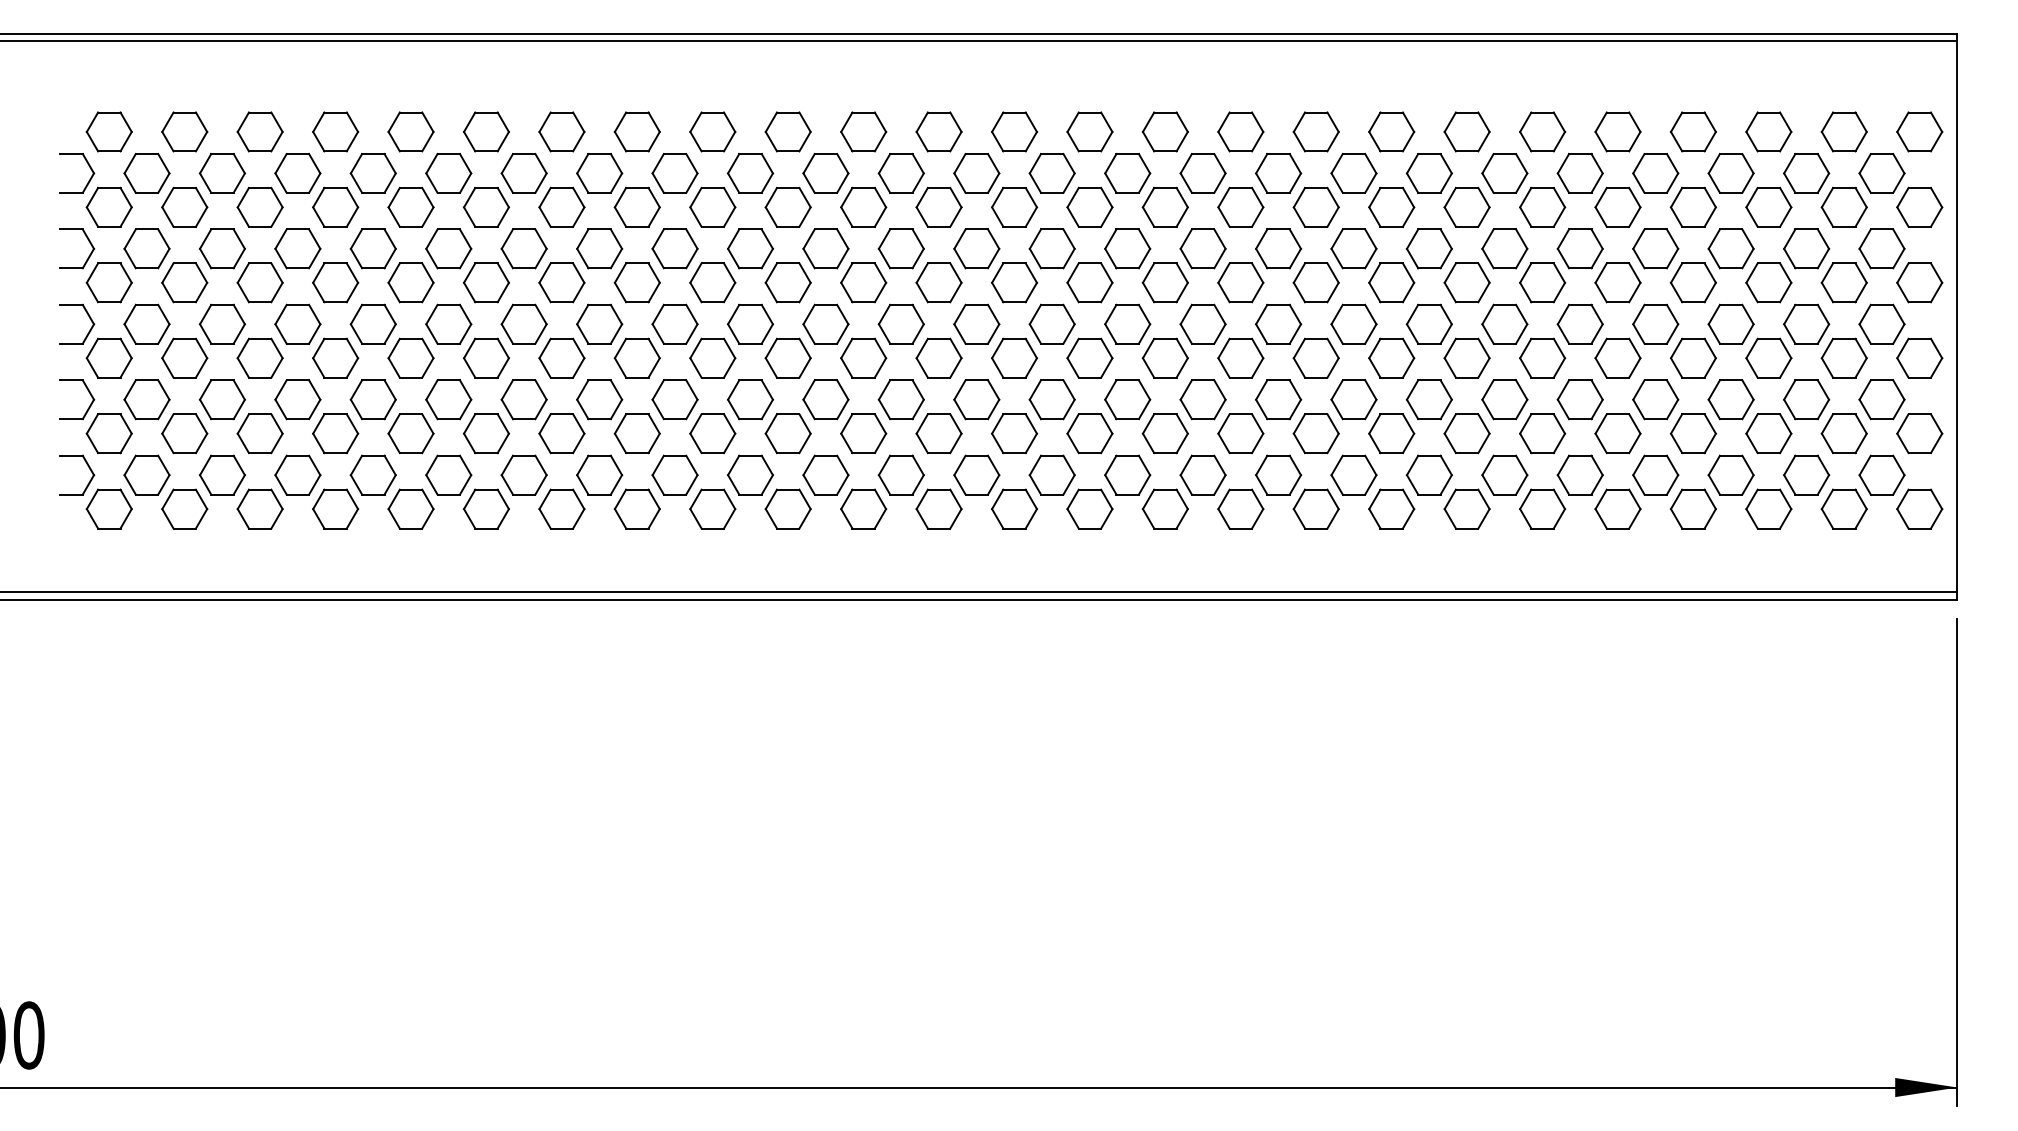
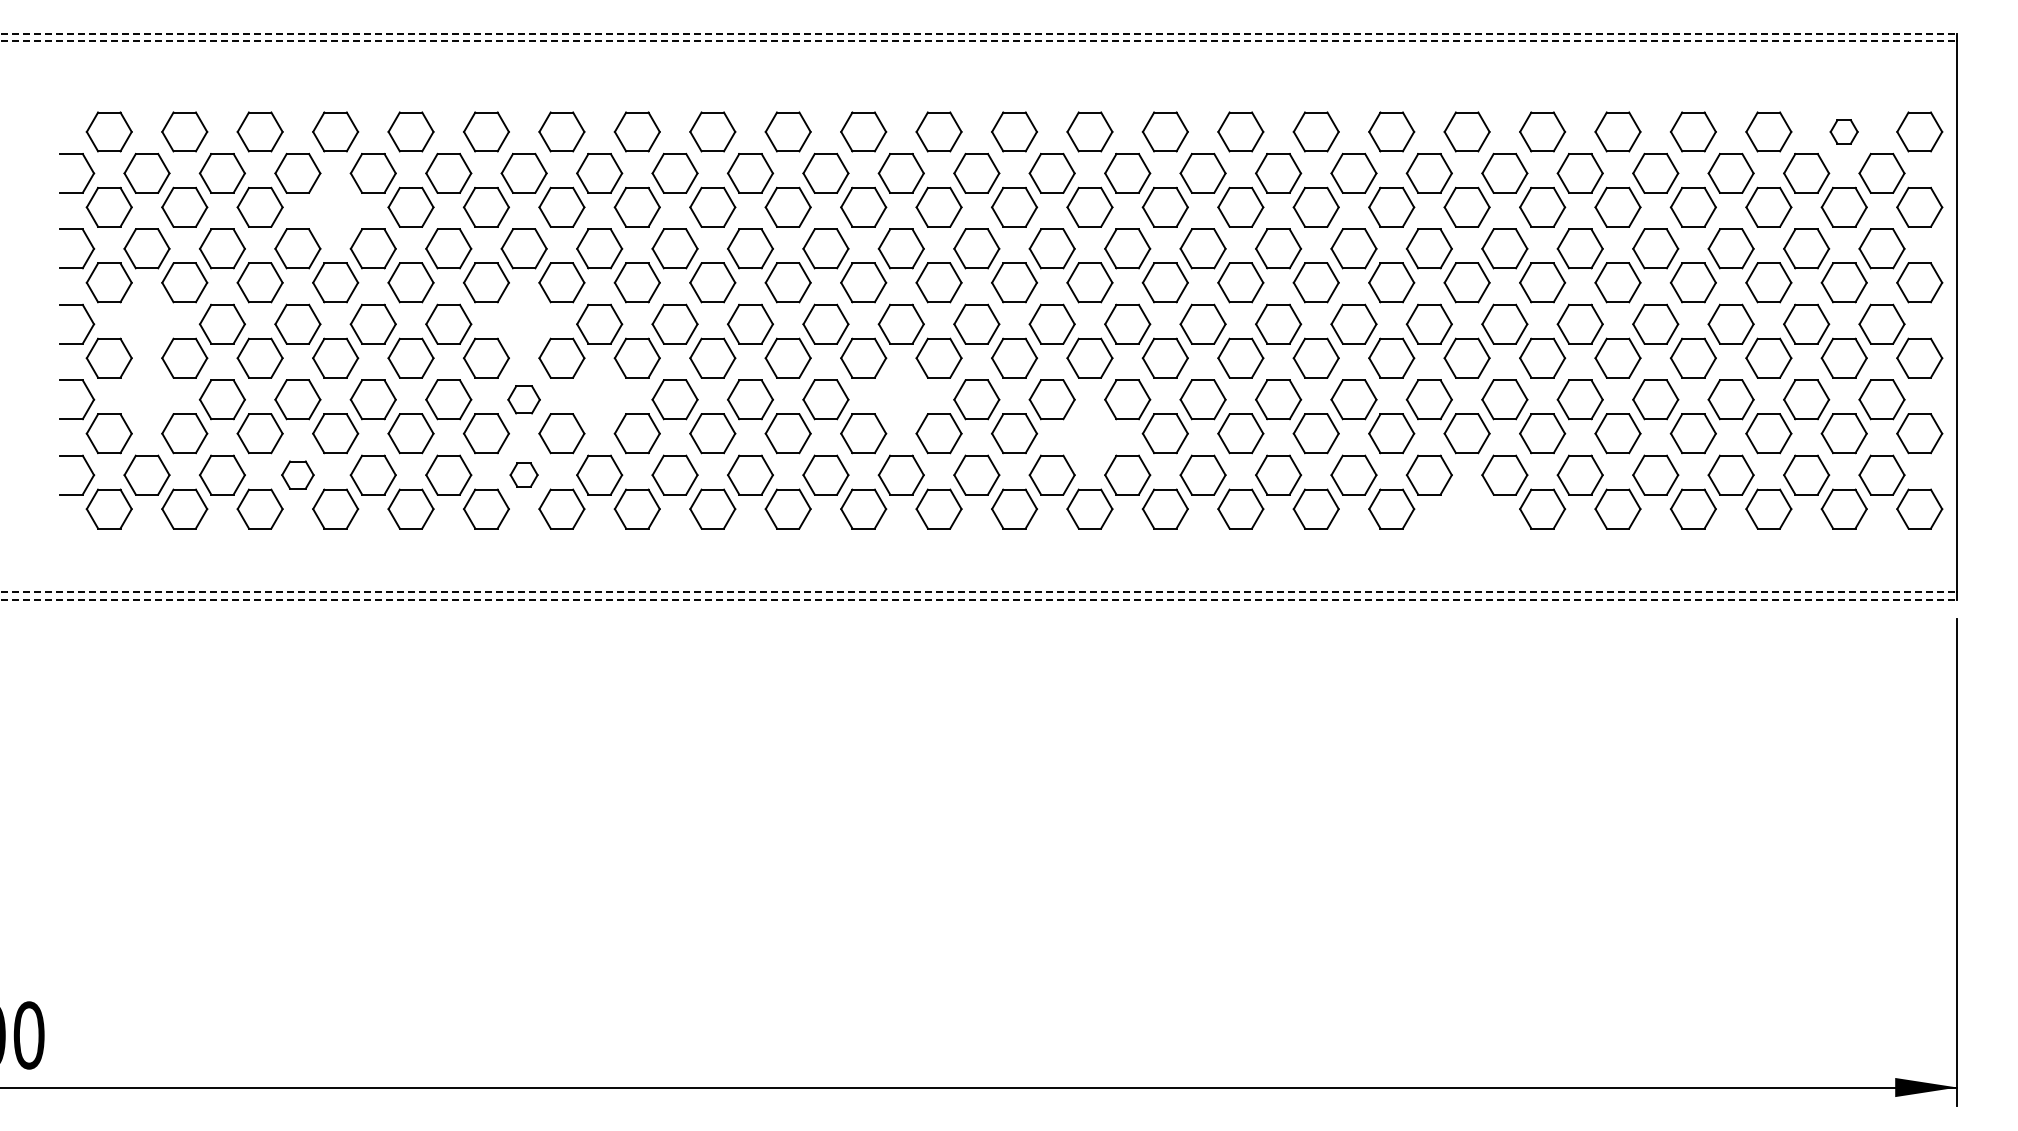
line at (979, 33): solid -> dashed
line at (979, 41): solid -> dashed
part at (1843, 131) size: 48x42 px -> 30x26 px
part at (335, 206): present -> none
part at (146, 323): present -> none
part at (523, 323): present -> none
part at (146, 399): present -> none
part at (523, 399) size: 48x42 px -> 34x30 px
part at (599, 399): present -> none
part at (900, 399): present -> none
part at (1089, 433): present -> none
part at (297, 474) size: 48x42 px -> 34x30 px
part at (523, 474) size: 48x42 px -> 30x26 px
part at (1466, 508): present -> none
line at (979, 592): solid -> dashed
line at (979, 599): solid -> dashed
